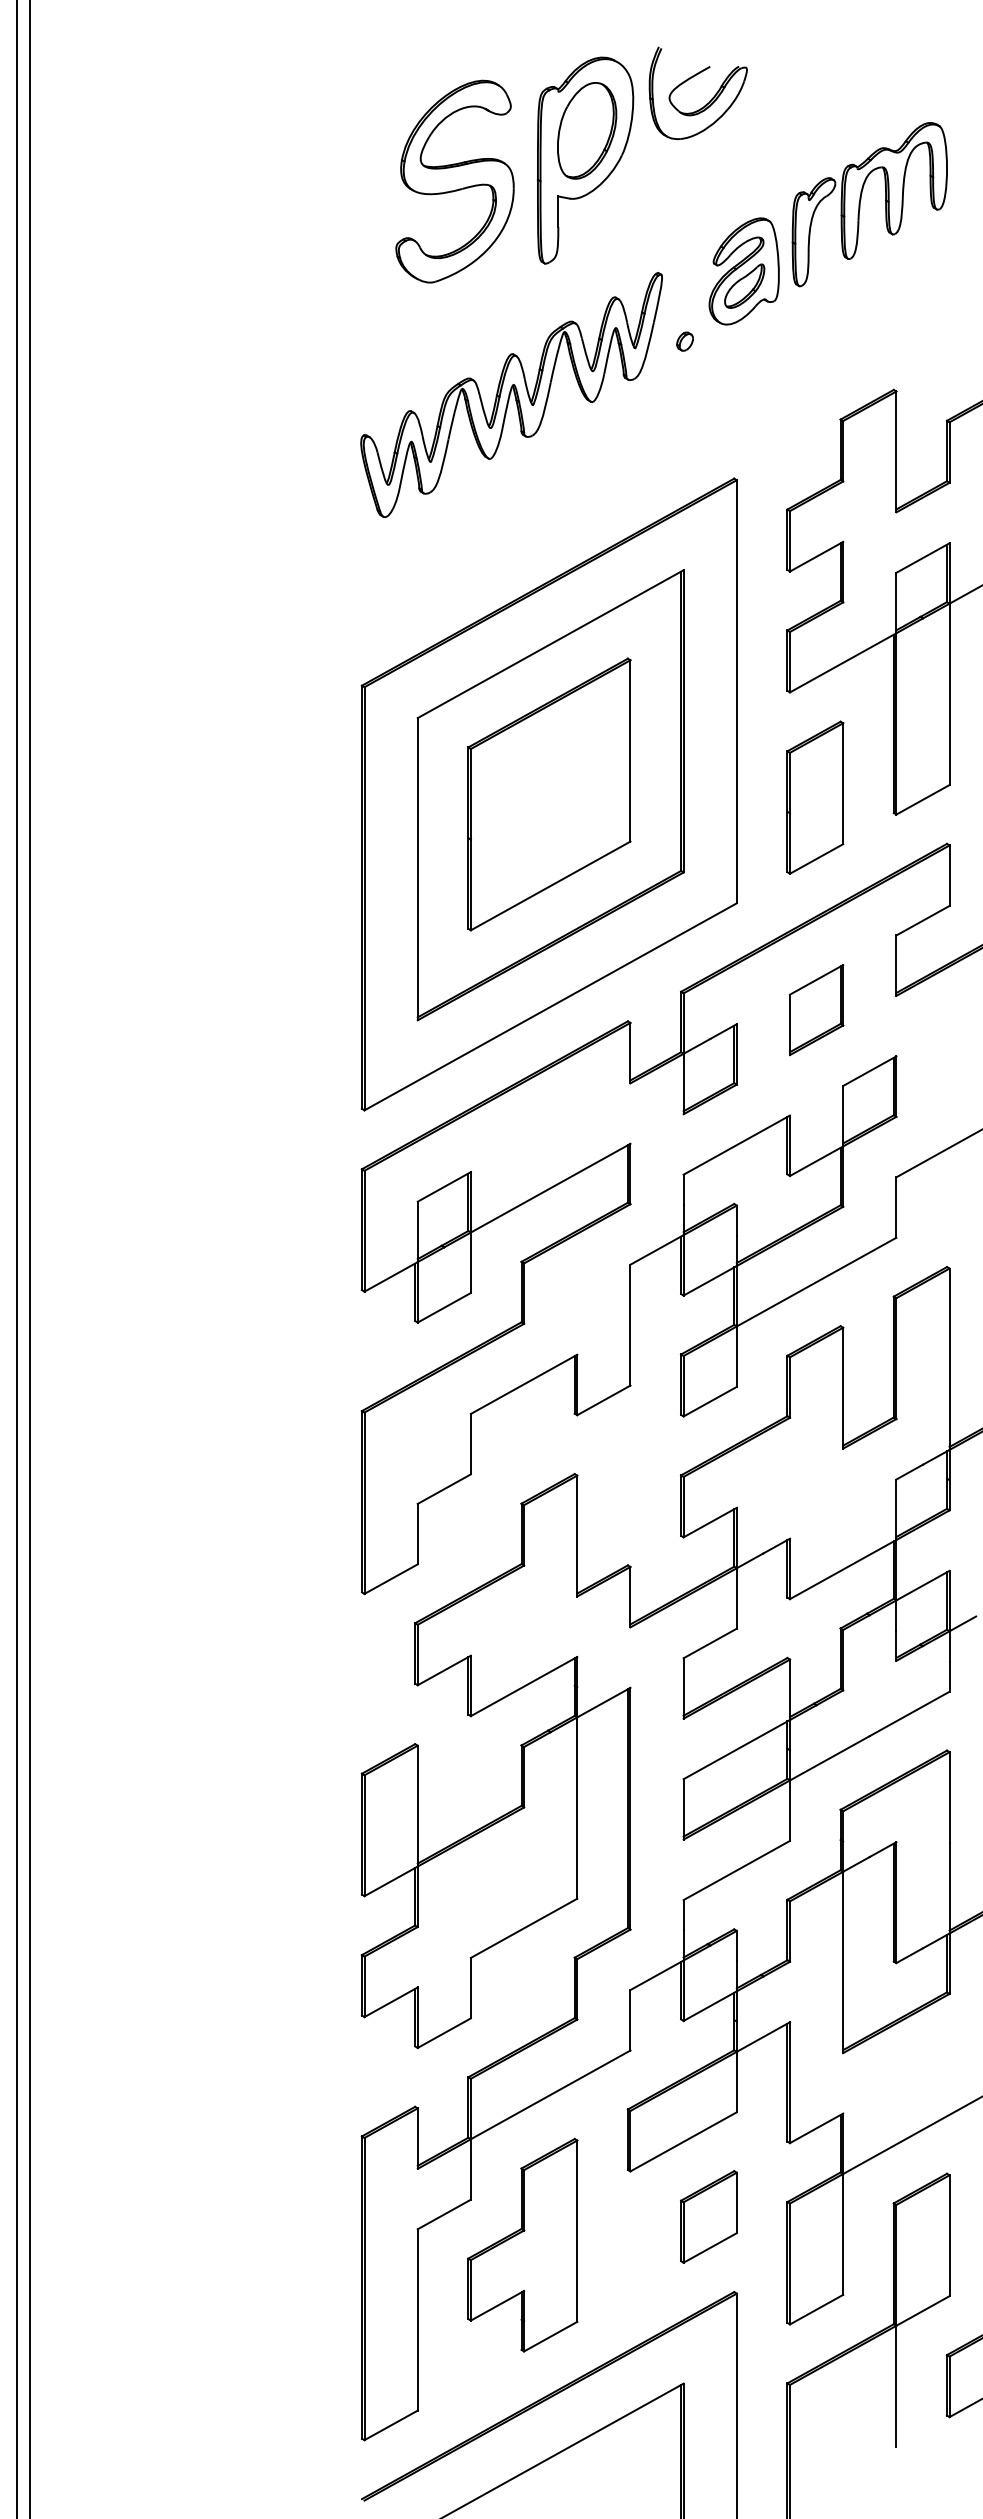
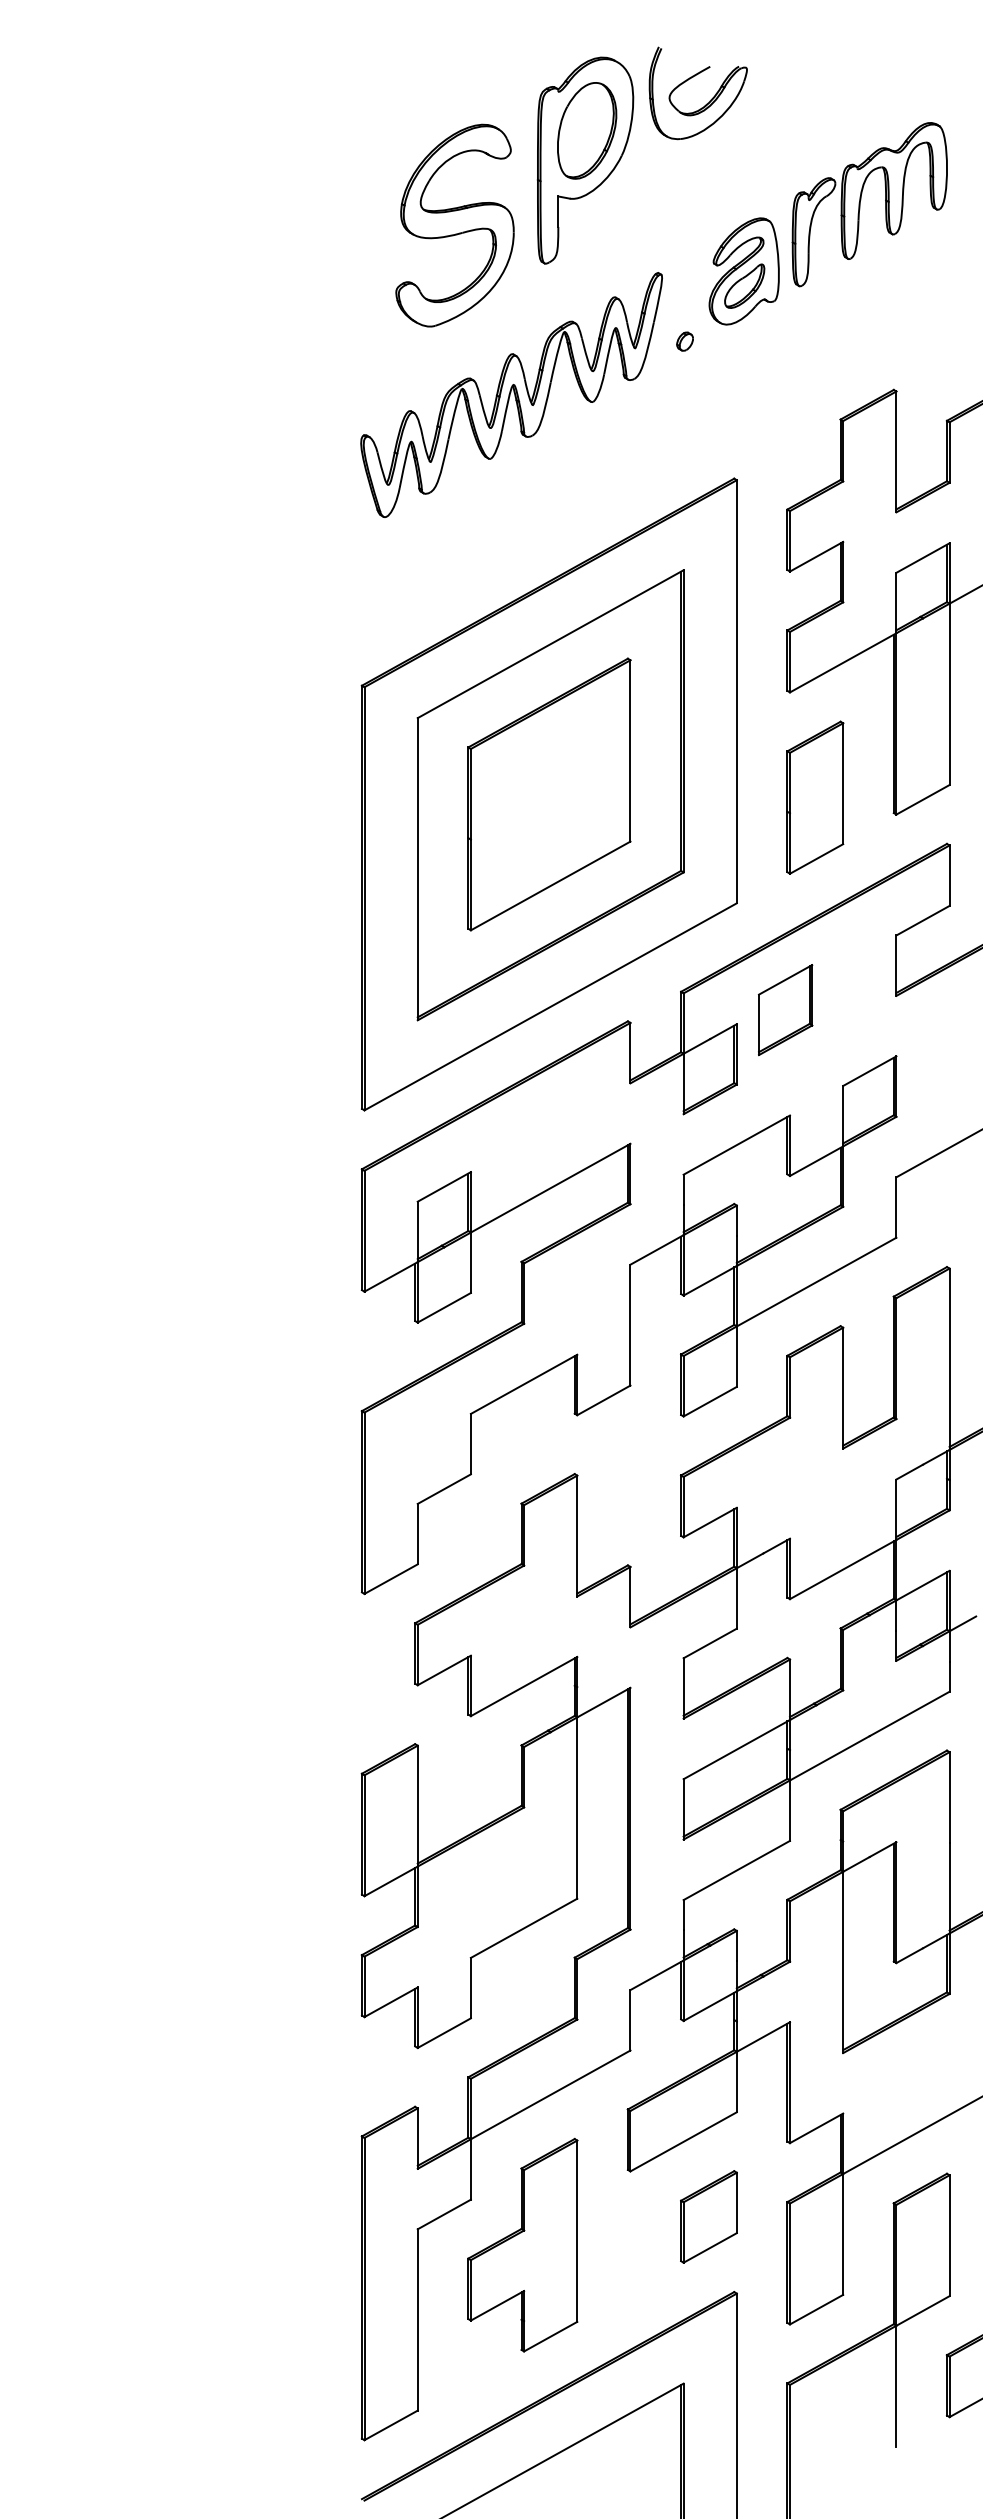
part at (454, 181) position: (454, 181) -> (454, 225)
part at (816, 1010) position: (816, 1010) -> (785, 1010)
line at (16, 1258): present -> none
line at (29, 1258): present -> none
